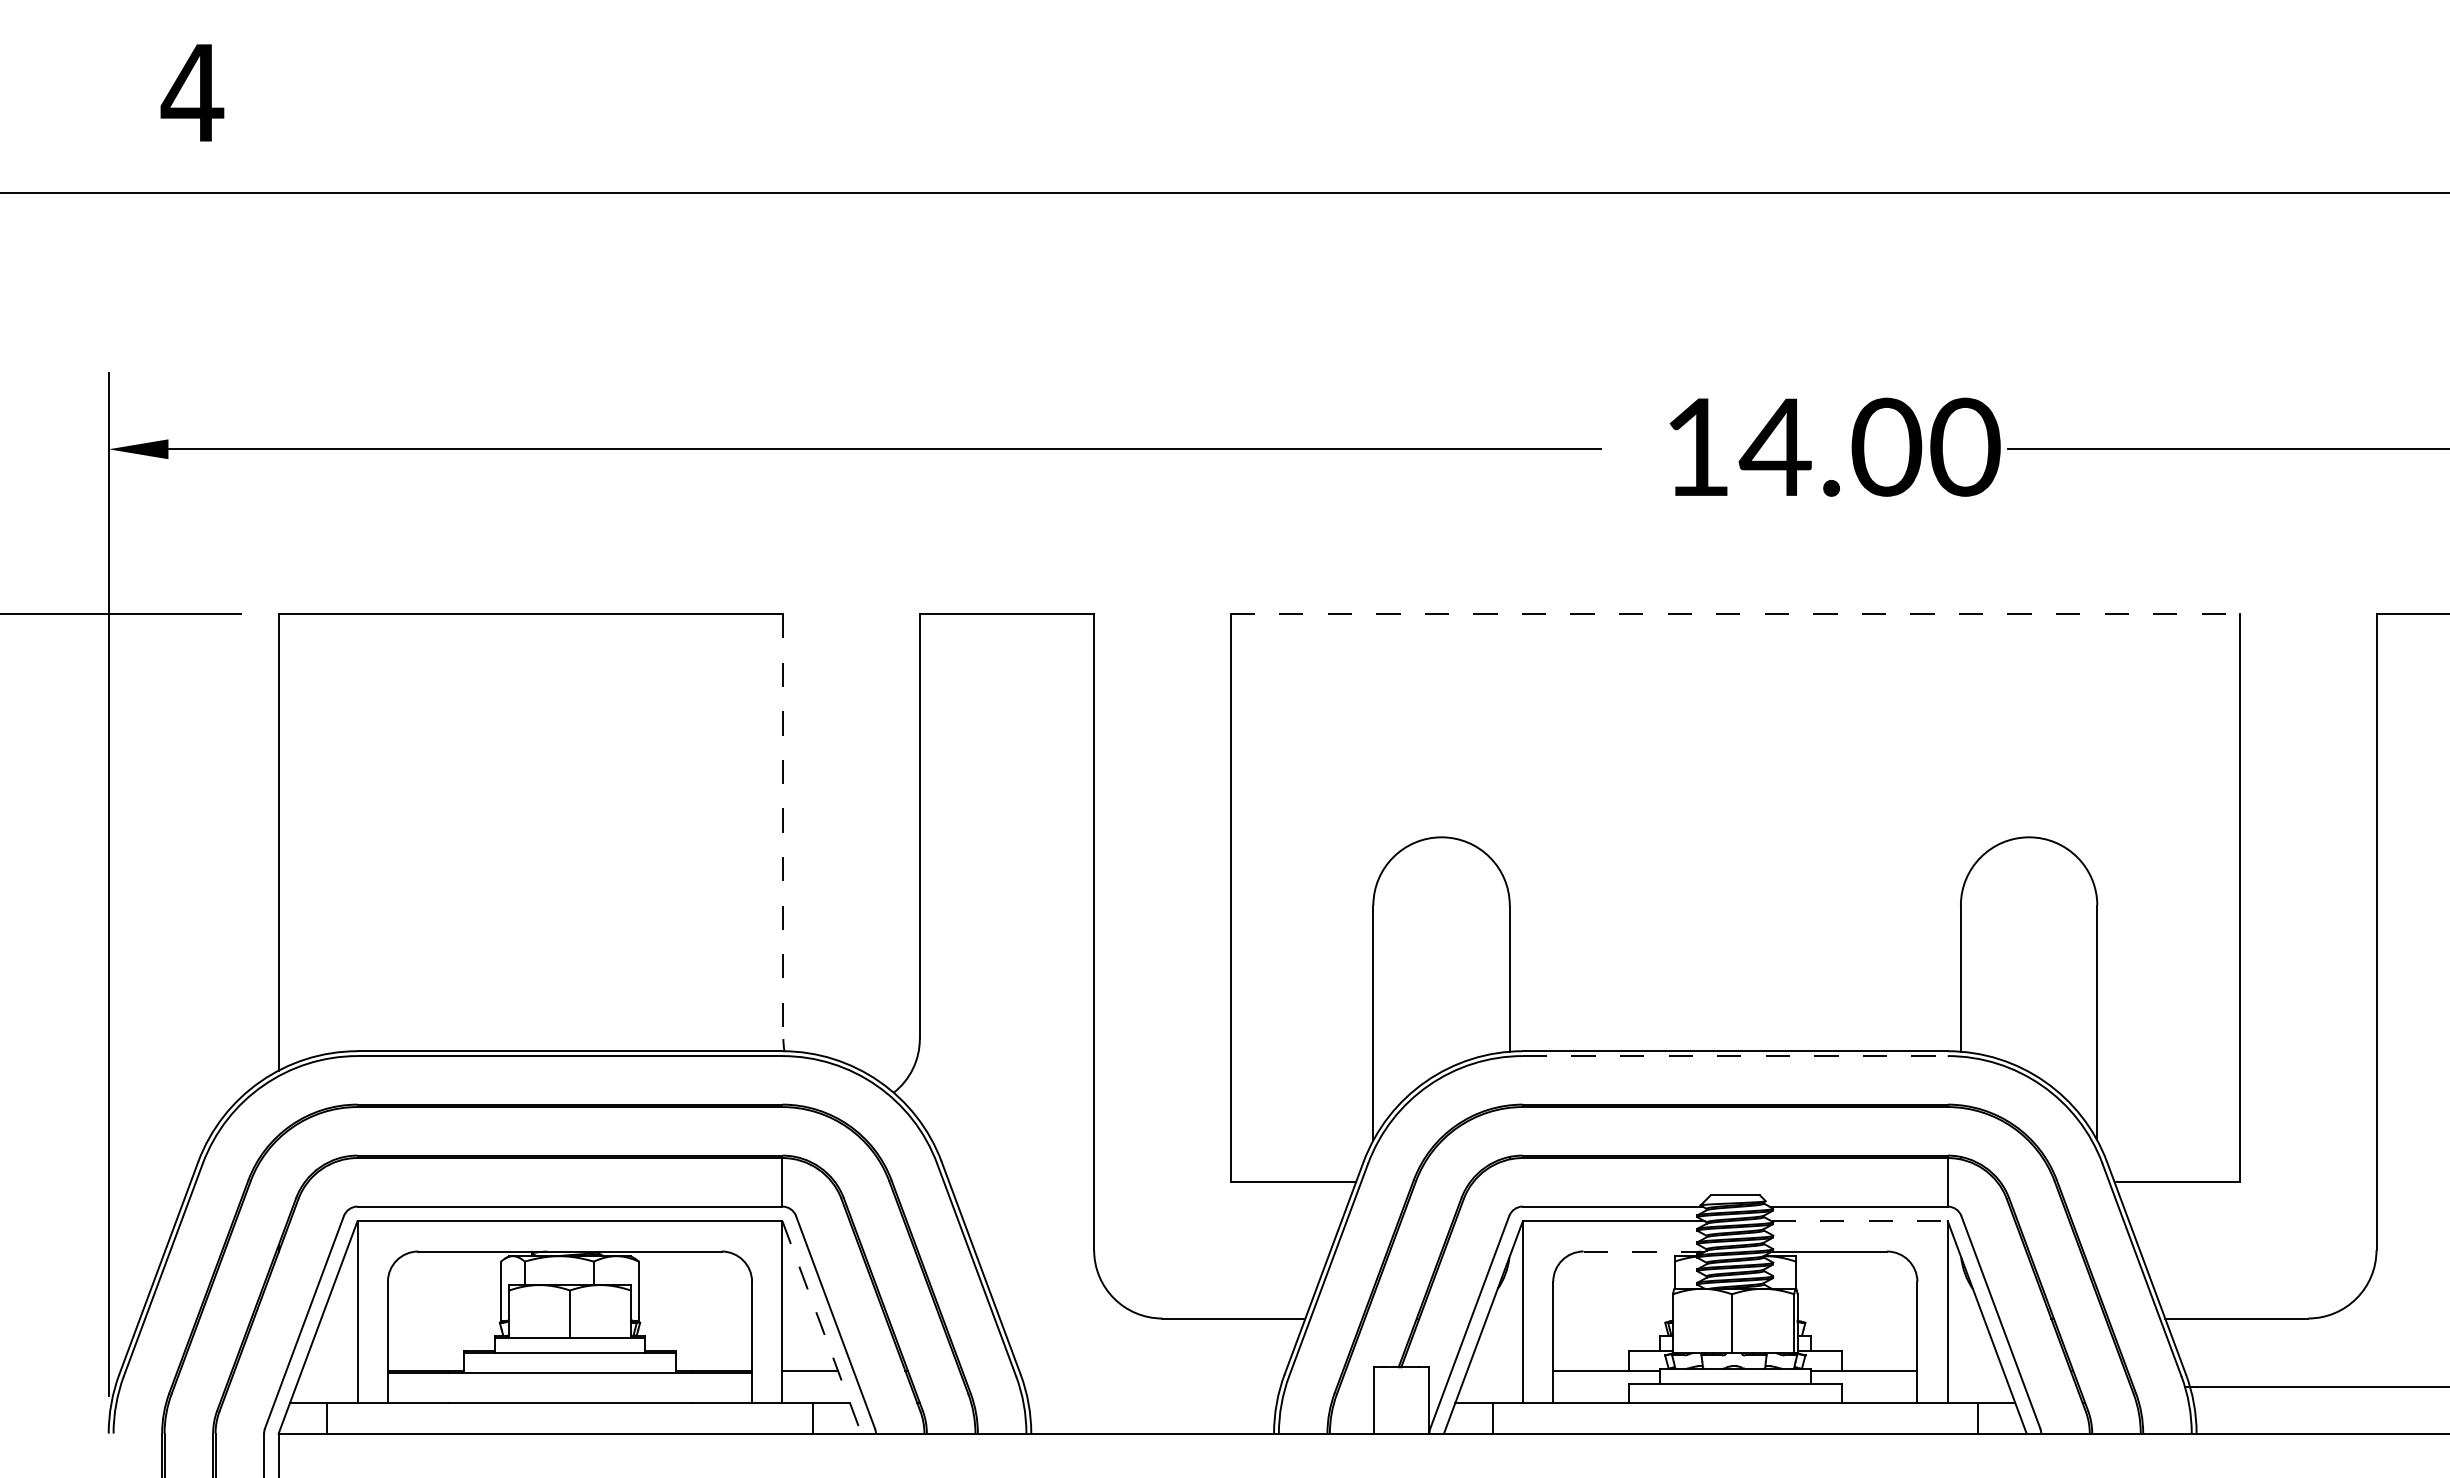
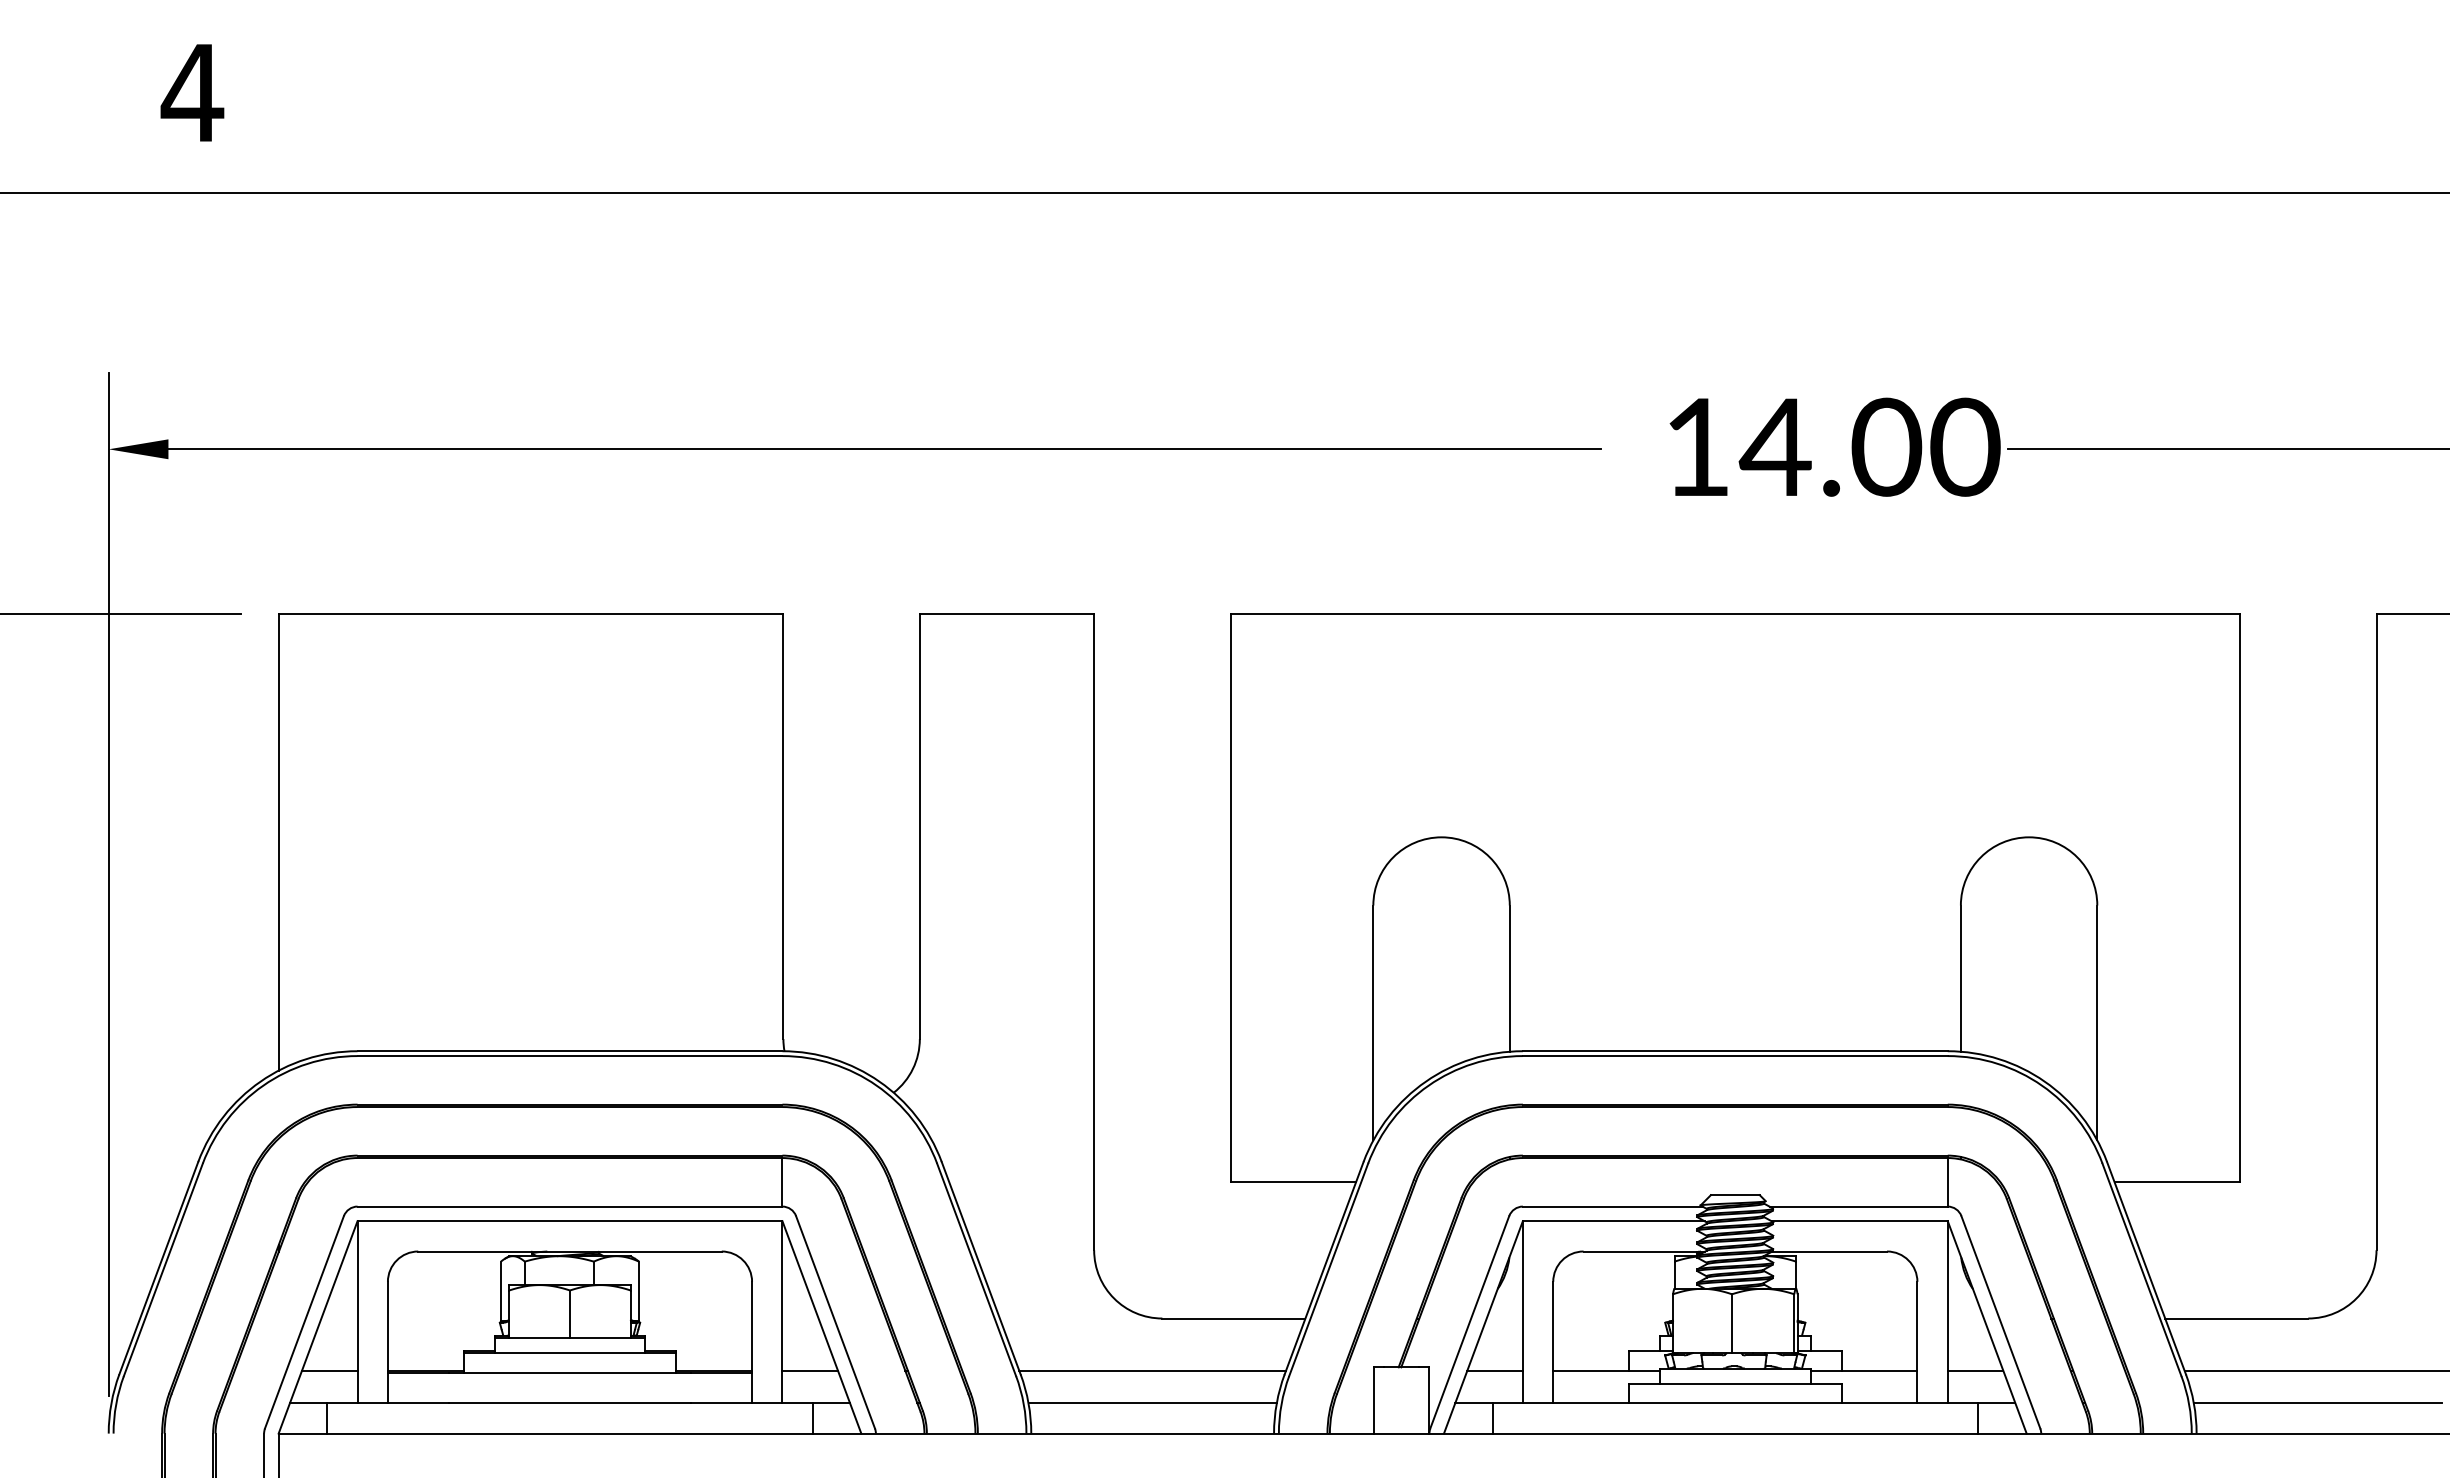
line at (1735, 614): dashed -> solid
line at (783, 827): dashed -> solid
line at (1735, 1056): dashed -> solid
line at (1860, 1221): dashed -> solid
line at (1644, 1251): dashed -> solid
line at (822, 1327): dashed -> solid
line at (329, 1370): none -> present
line at (1152, 1370): none -> present
line at (1494, 1370): none -> present
line at (1975, 1370): none -> present
line at (2315, 1386) position: (2315, 1386) -> (2315, 1370)
line at (1152, 1403): none -> present
line at (2317, 1403): none -> present
